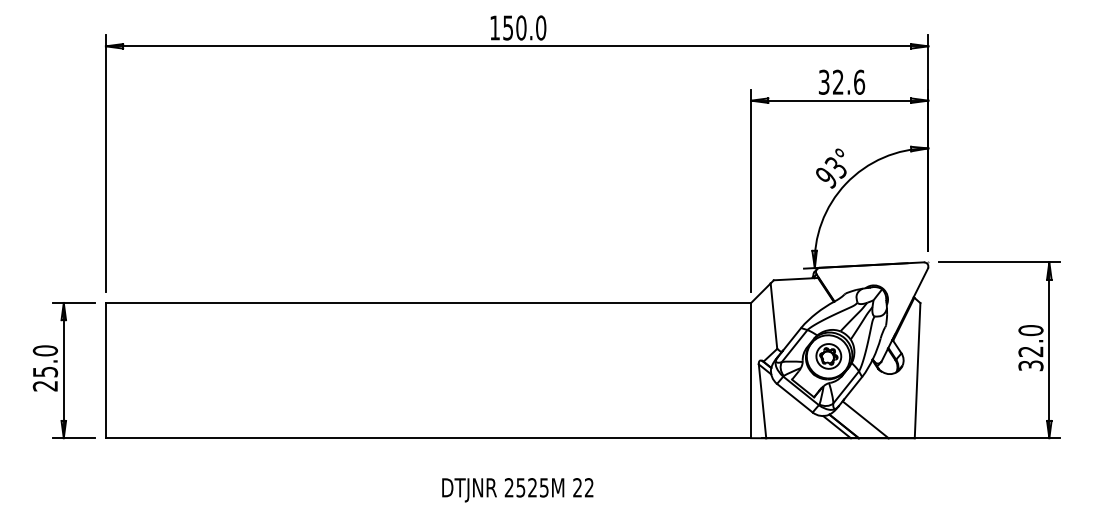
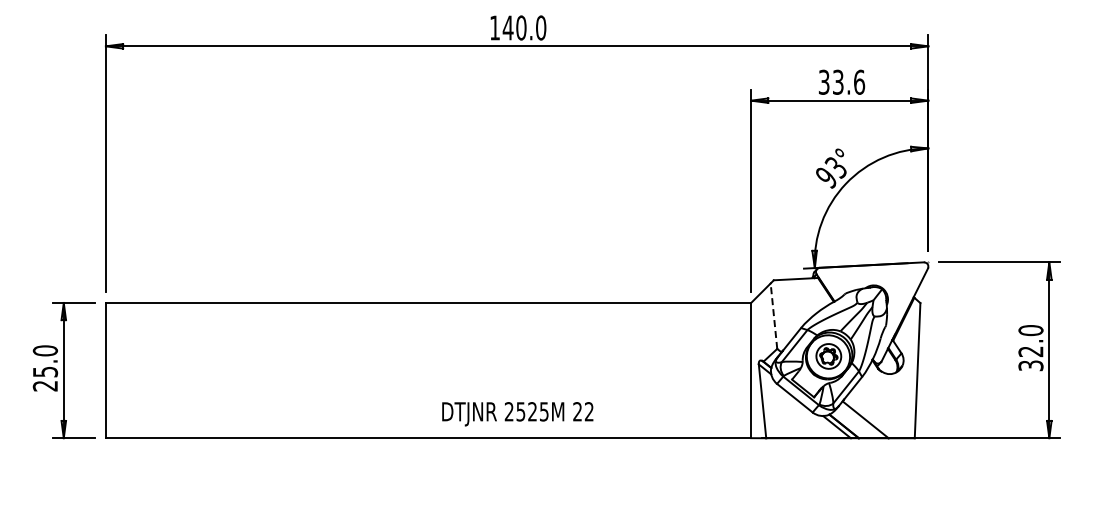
text at (507, 27): 150.0 -> 140.0
text at (838, 82): 32.6 -> 33.6
line at (773, 316): solid -> dashed
text at (517, 490) position: (517, 490) -> (517, 414)
